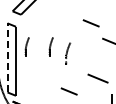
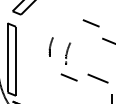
part at (26, 46): present -> none
line at (7, 57): dashed -> solid
line at (68, 91) position: (68, 91) -> (68, 77)
